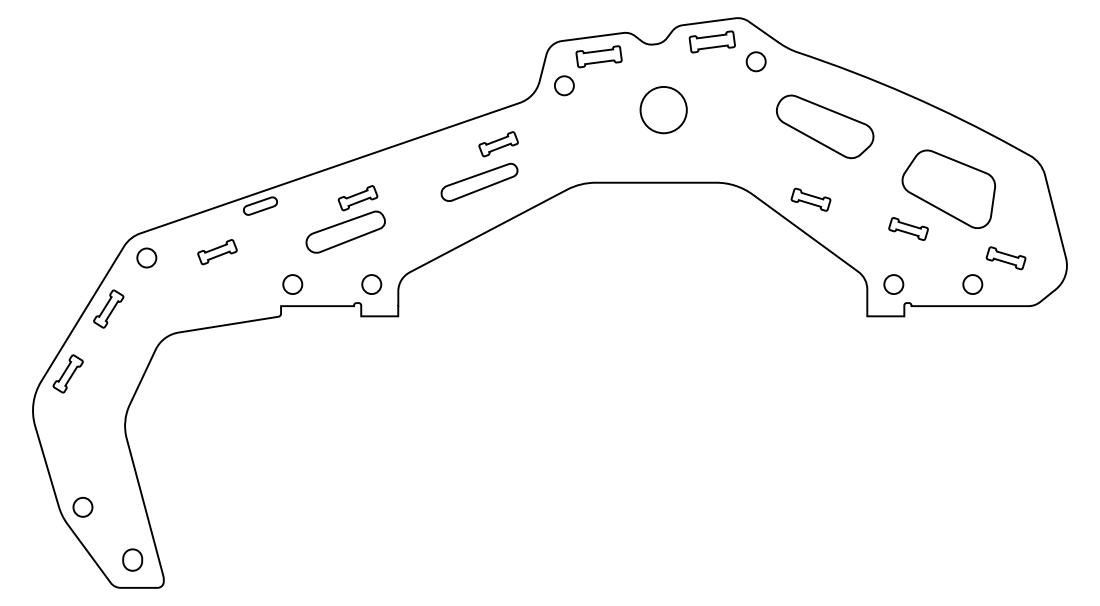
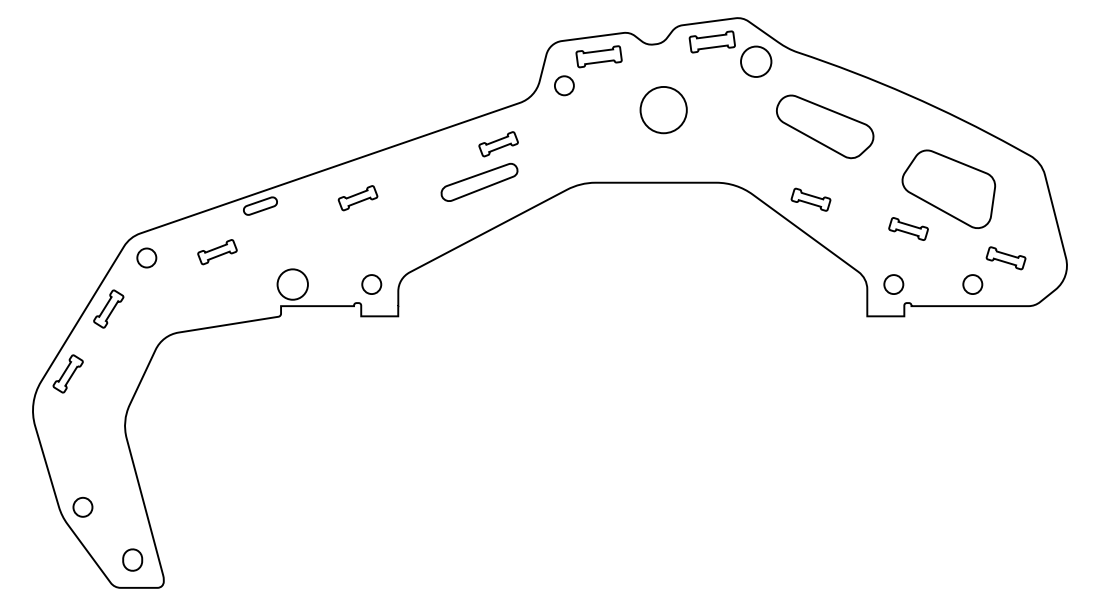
circle at (755, 61) diameter: 19 px -> 30 px
part at (345, 231): present -> none
circle at (292, 284) diameter: 19 px -> 30 px
